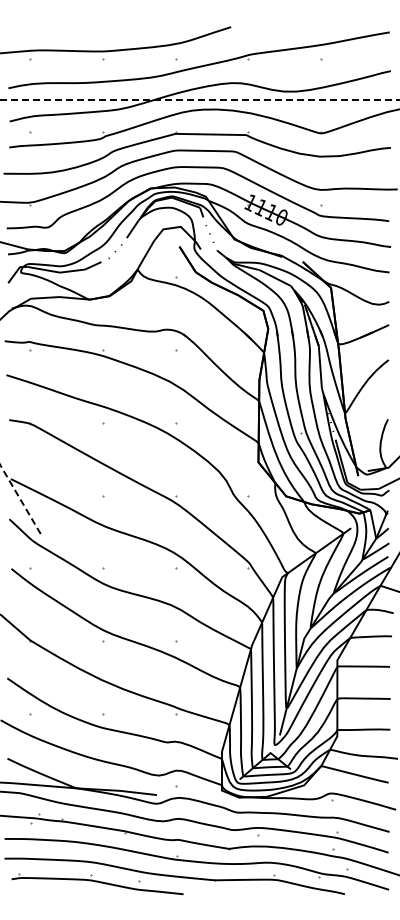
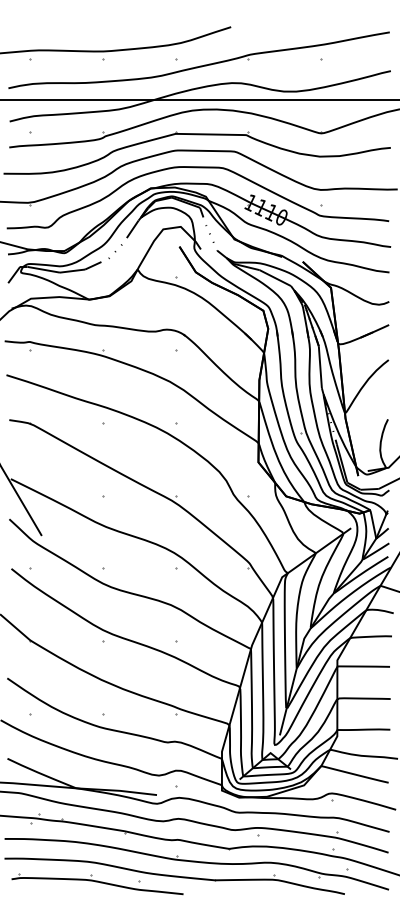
line at (200, 99): dashed -> solid
line at (20, 500): dashed -> solid
